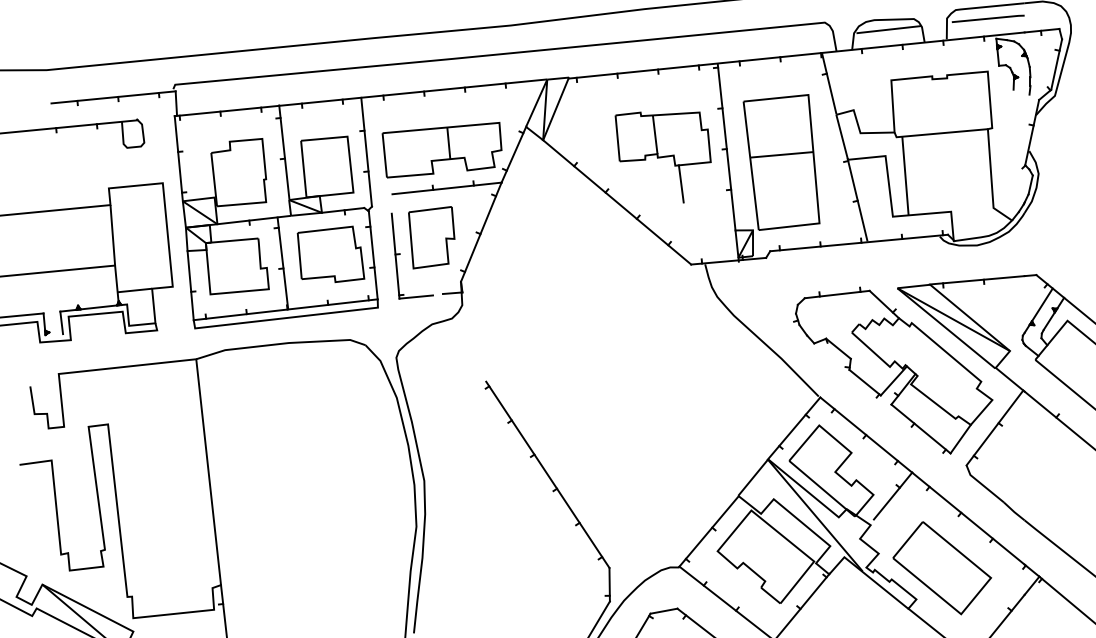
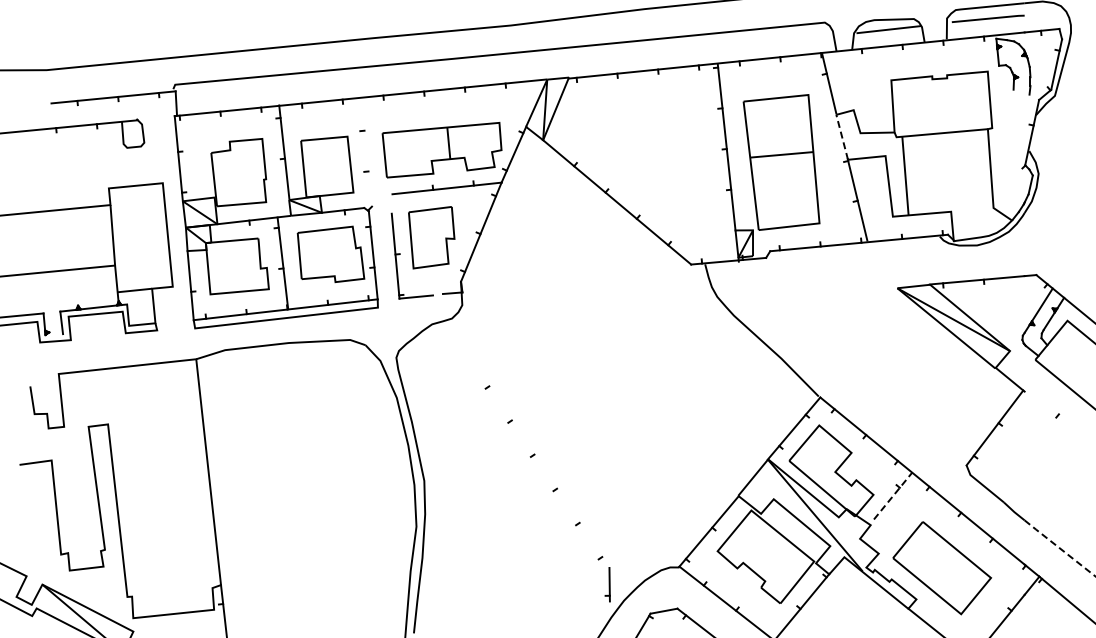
line at (842, 136): solid -> dashed
line at (366, 151): present -> none
part at (662, 157): present -> none
part at (893, 370): present -> none
line at (1058, 419): present -> none
line at (547, 474): present -> none
line at (893, 495): solid -> dashed
line at (1059, 548): solid -> dashed
line at (599, 617): present -> none
